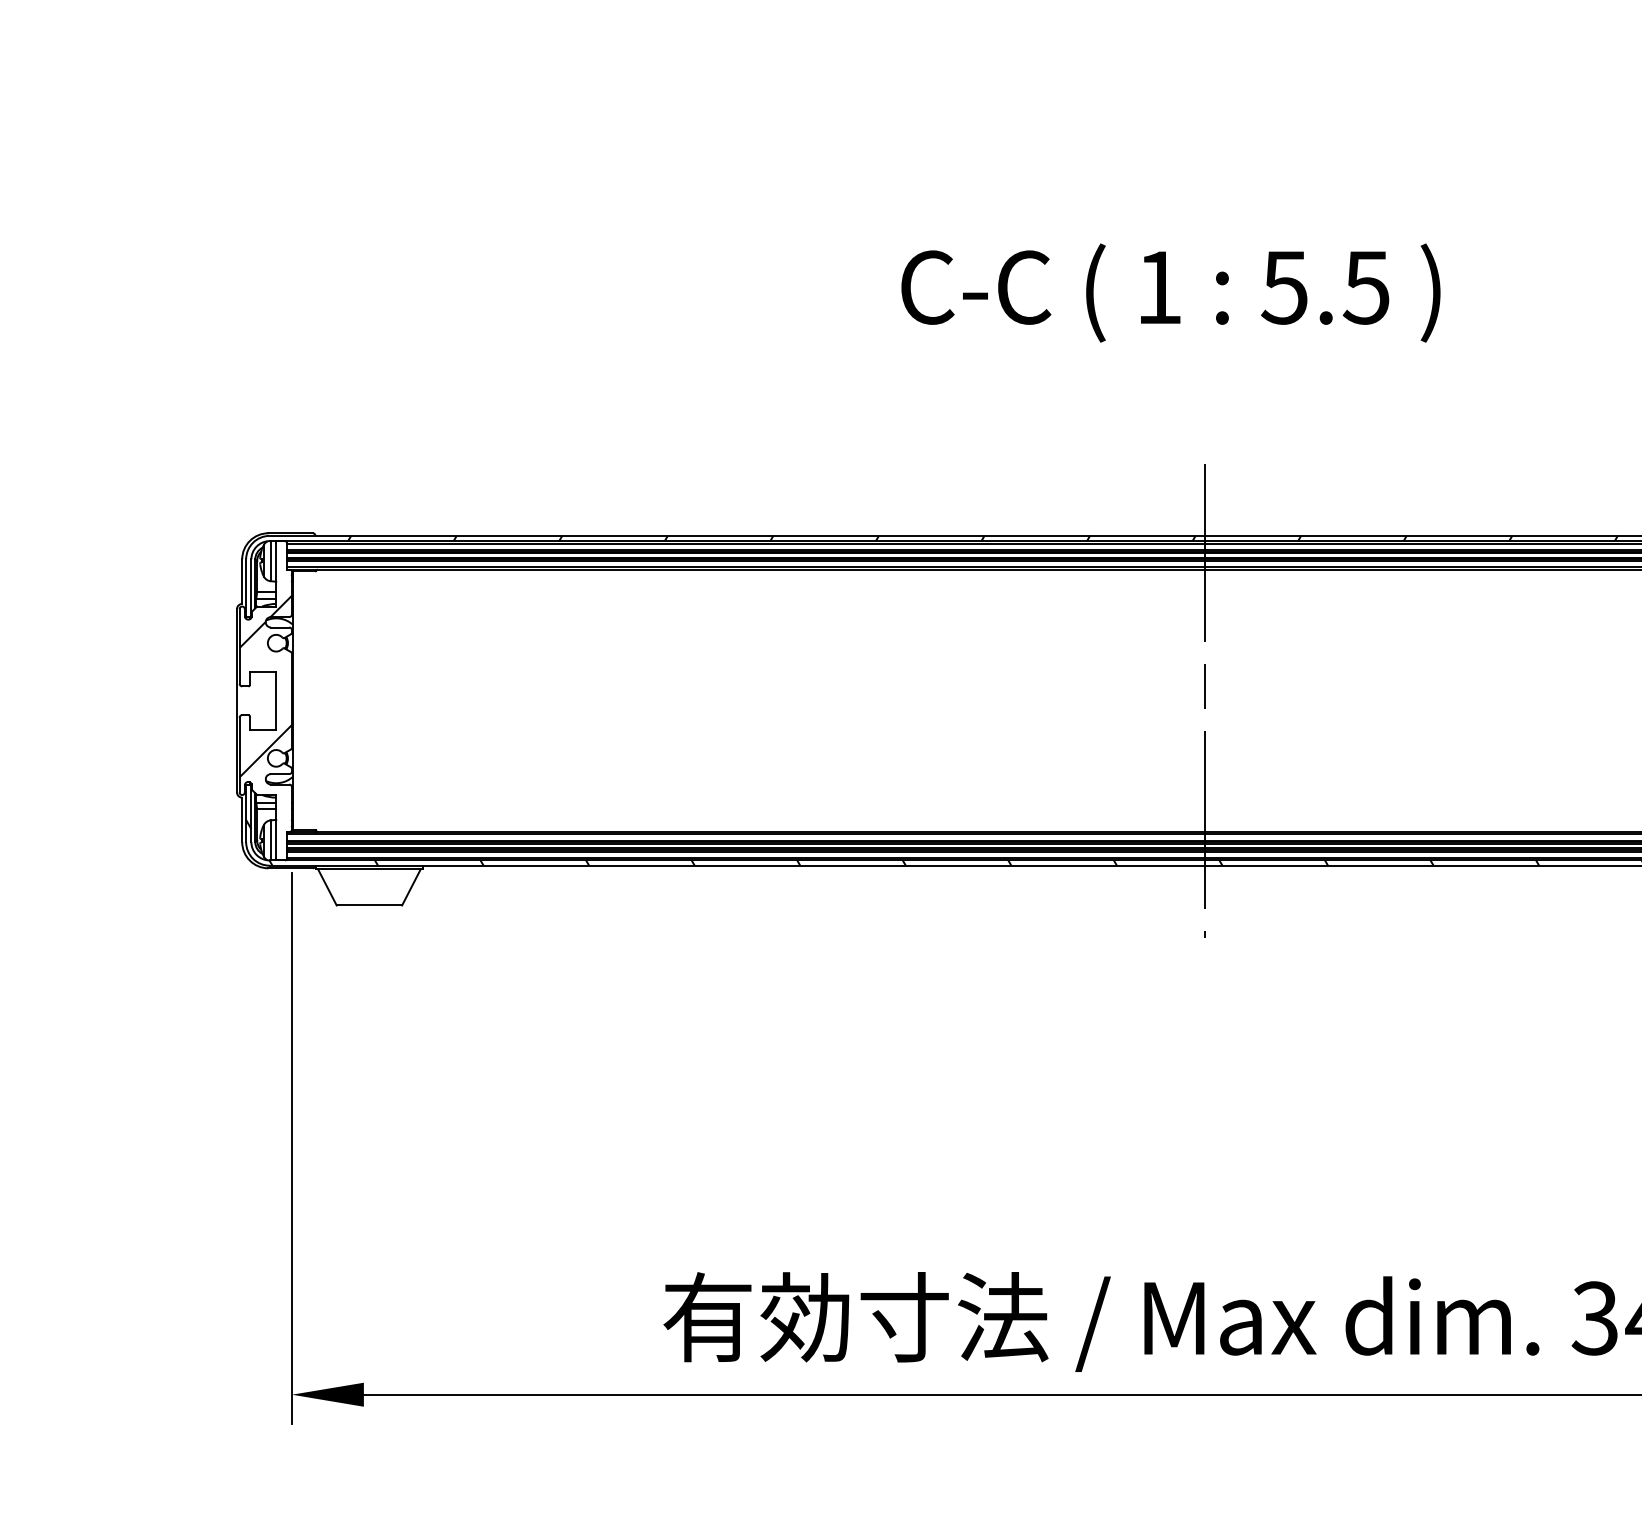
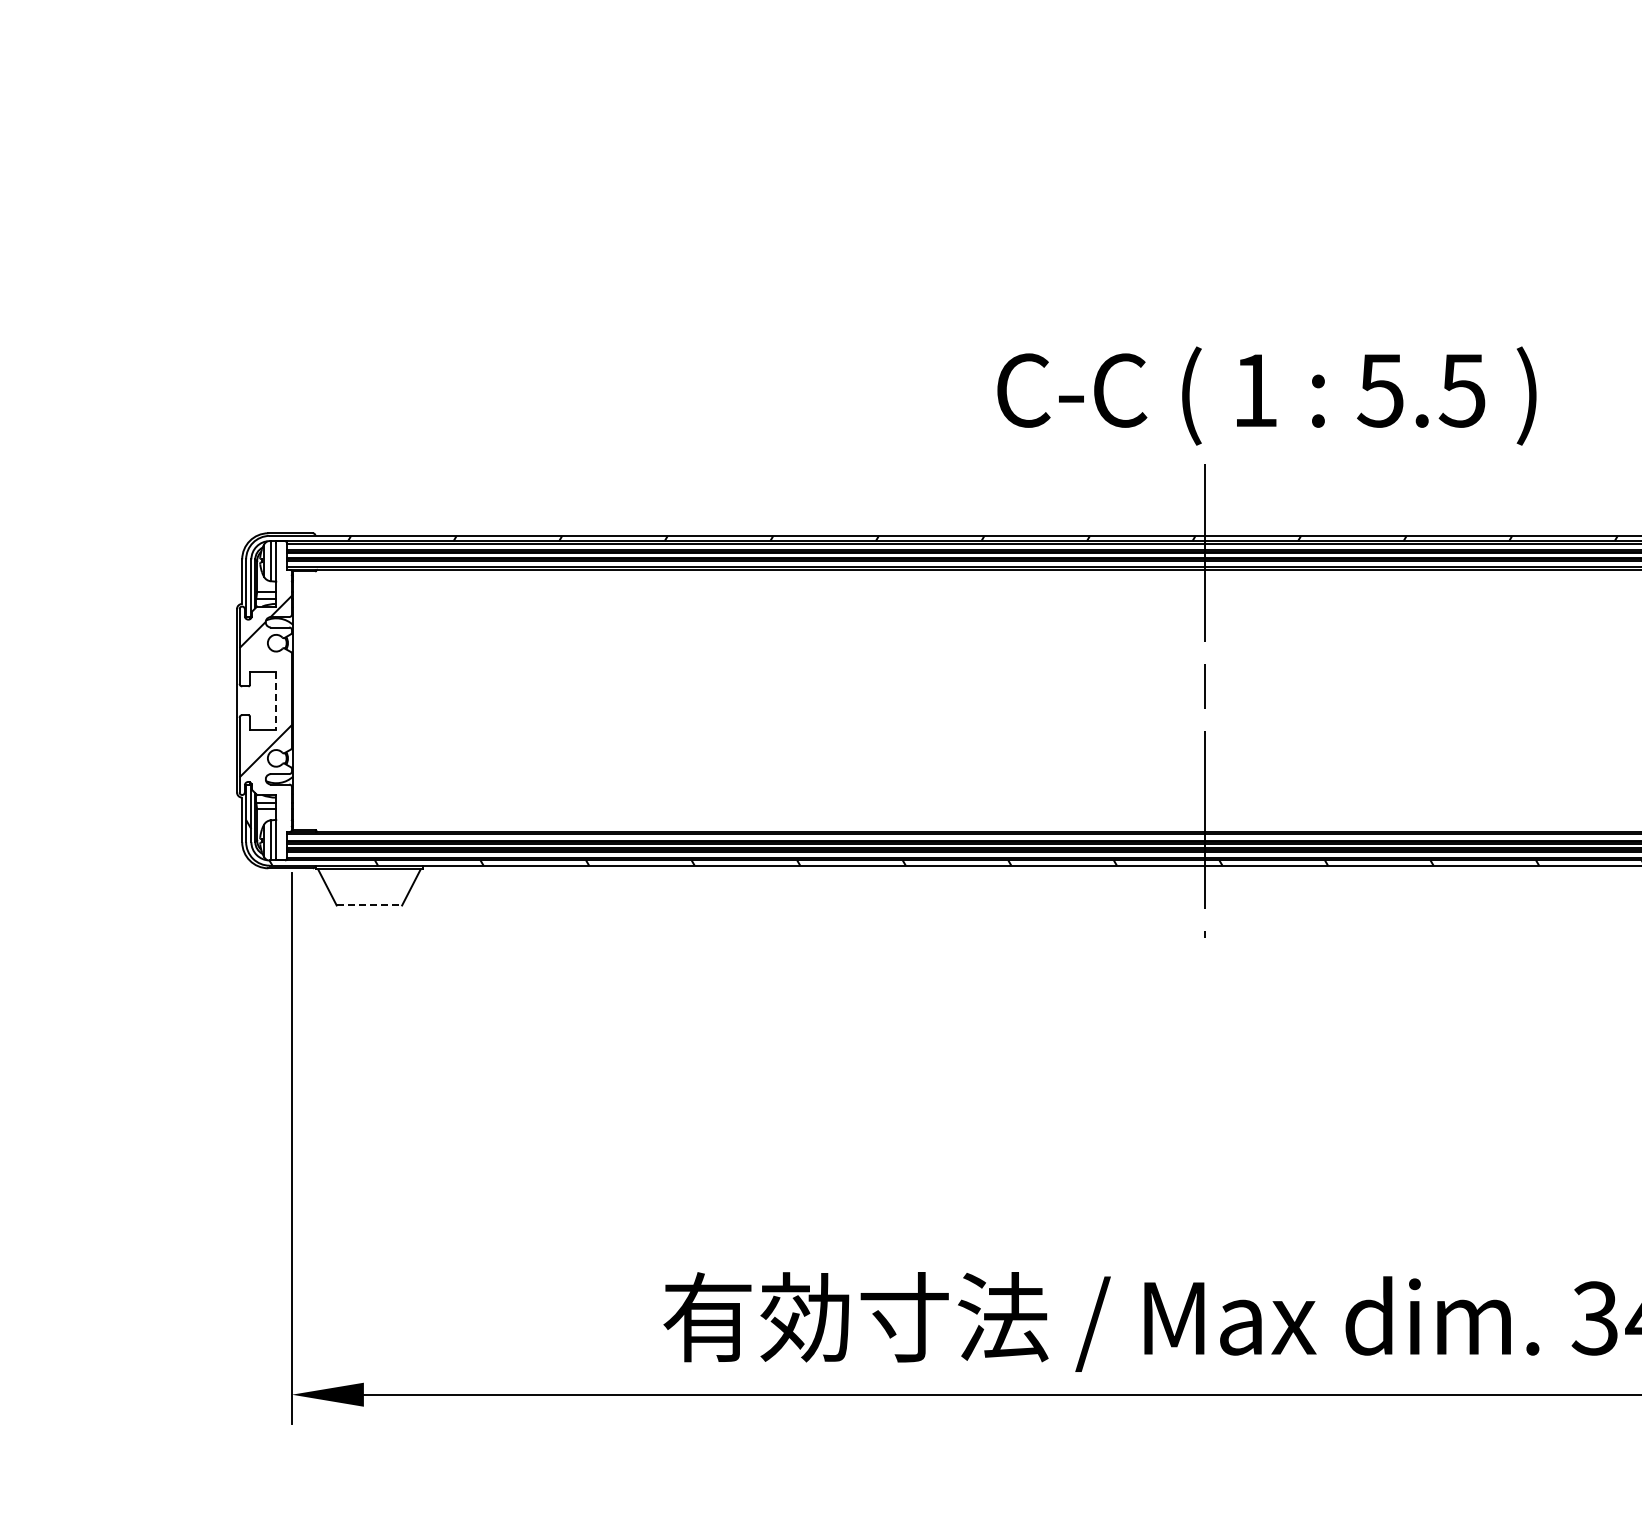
text at (1170, 292) position: (1170, 292) -> (1266, 395)
line at (276, 700): solid -> dashed
line at (369, 905): solid -> dashed
